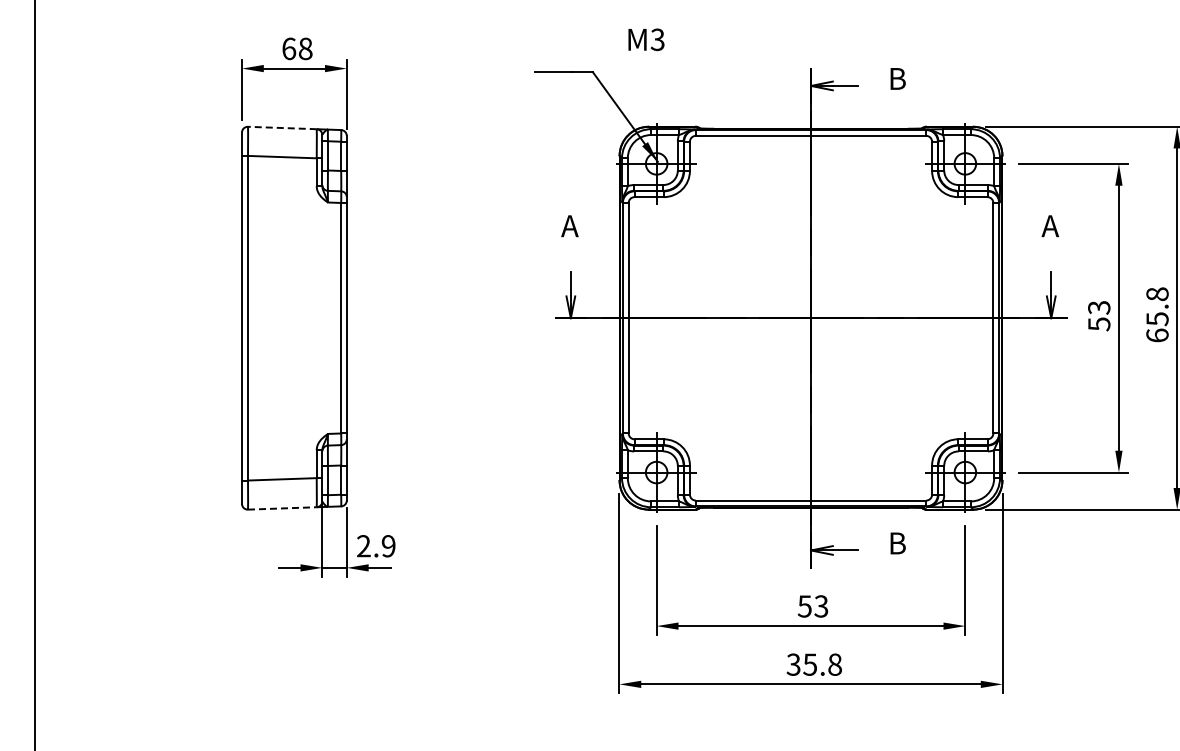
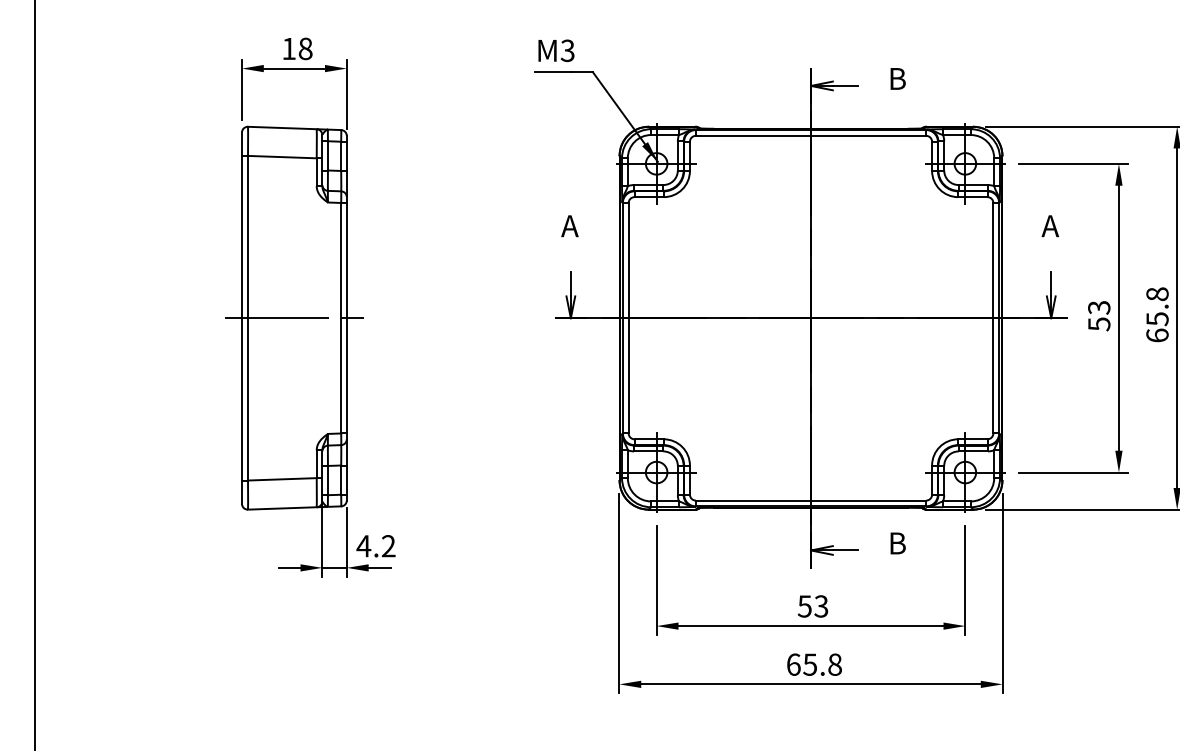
text at (646, 39) position: (646, 39) -> (556, 50)
text at (289, 48): 68 -> 18
line at (281, 128): dashed -> solid
line at (294, 318): none -> present
line at (282, 508): dashed -> solid
text at (375, 546): 2.9 -> 4.2
text at (793, 664): 35.8 -> 65.8
